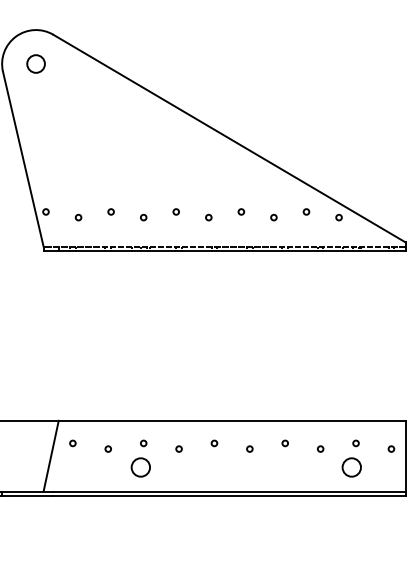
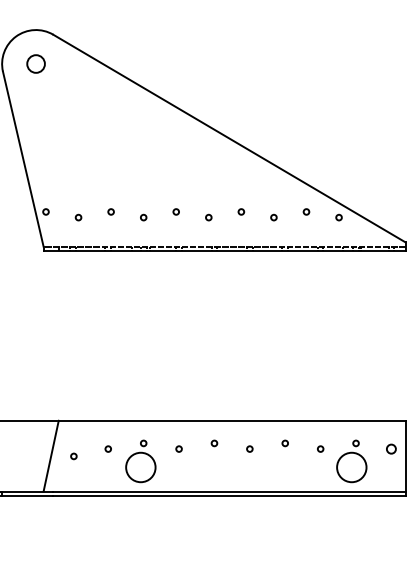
circle at (72, 443) position: (72, 443) -> (73, 456)
circle at (391, 448) size: 9x8 px -> 11x12 px
circle at (140, 467) diameter: 18 px -> 29 px
circle at (351, 467) diameter: 18 px -> 29 px
